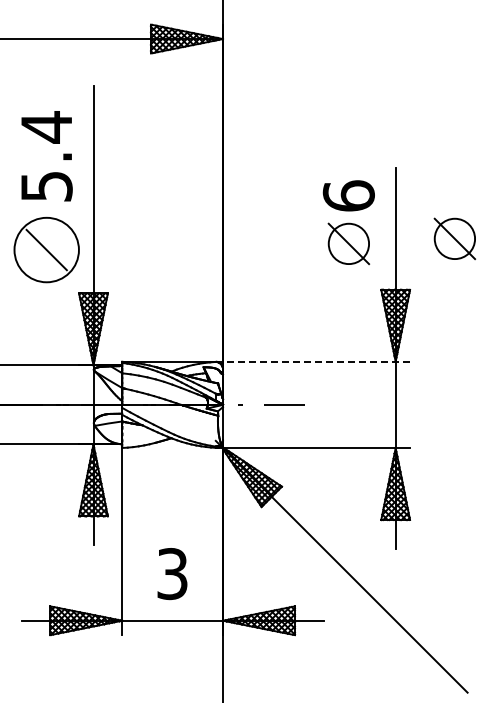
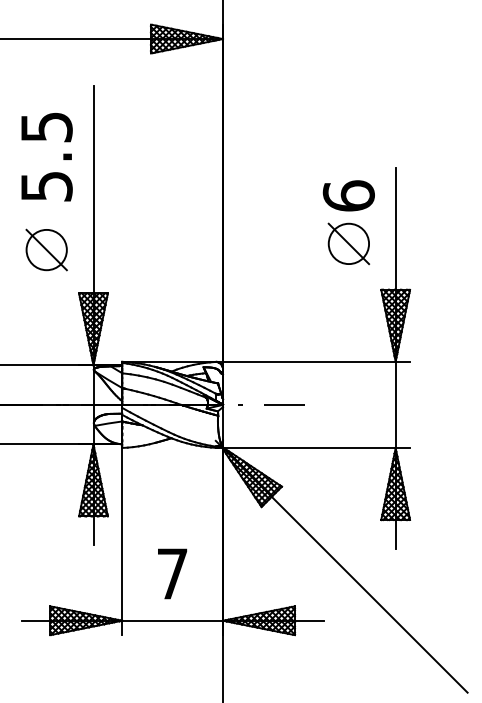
text at (46, 127): 5.4 -> 5.5
part at (454, 238): present -> none
circle at (46, 249) diameter: 64 px -> 40 px
line at (312, 361): dashed -> solid
text at (172, 574): 3 -> 7
